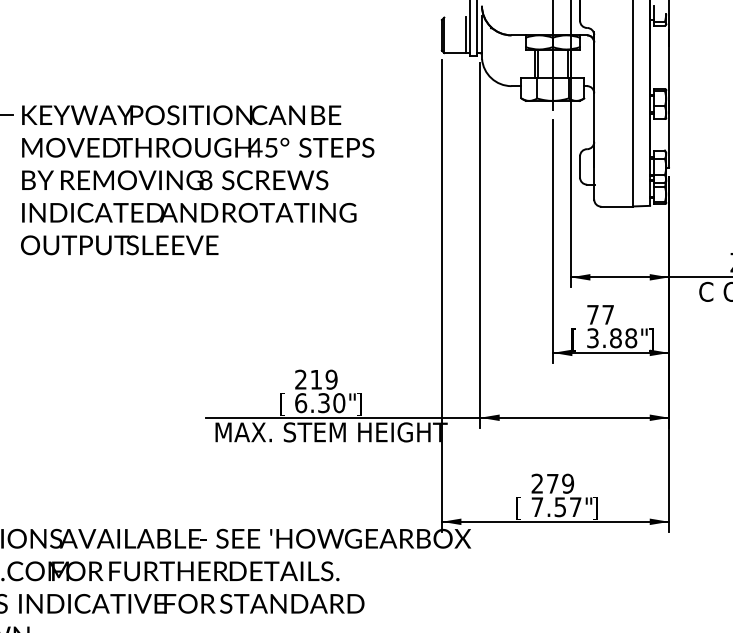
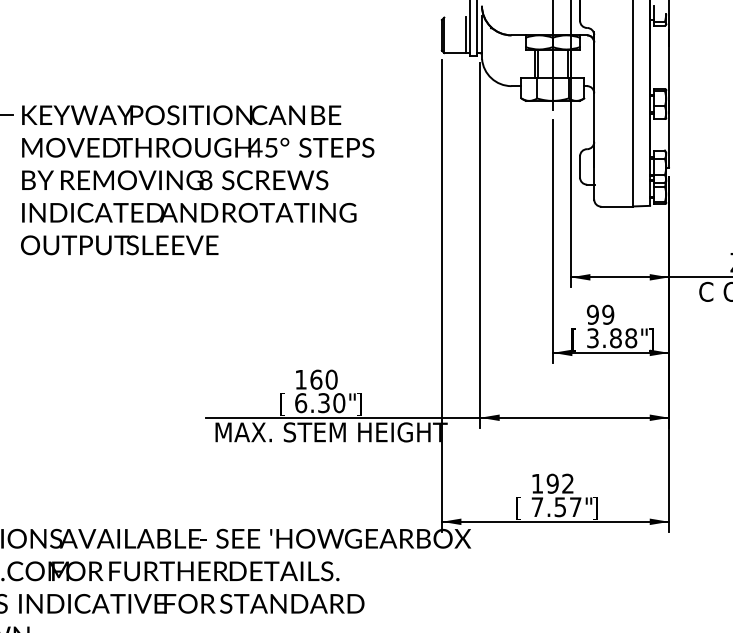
text at (600, 314): 77 -> 99
text at (316, 379): 219 -> 160
text at (552, 483): 279 -> 192
